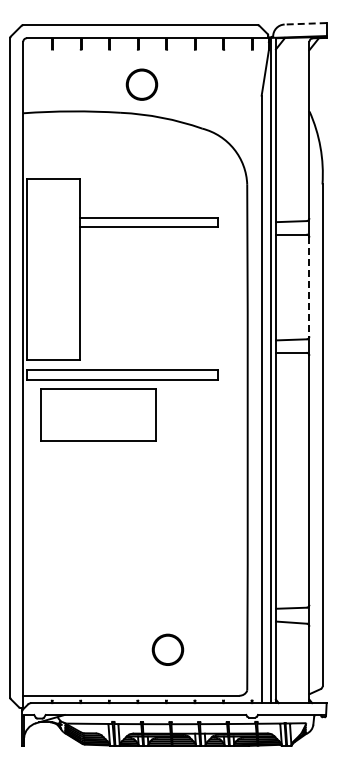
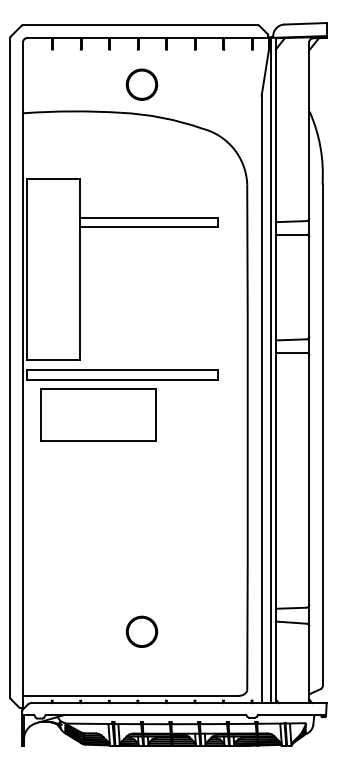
line at (305, 23): dashed -> solid
line at (309, 286): dashed -> solid
part at (167, 649) position: (167, 649) -> (141, 631)
